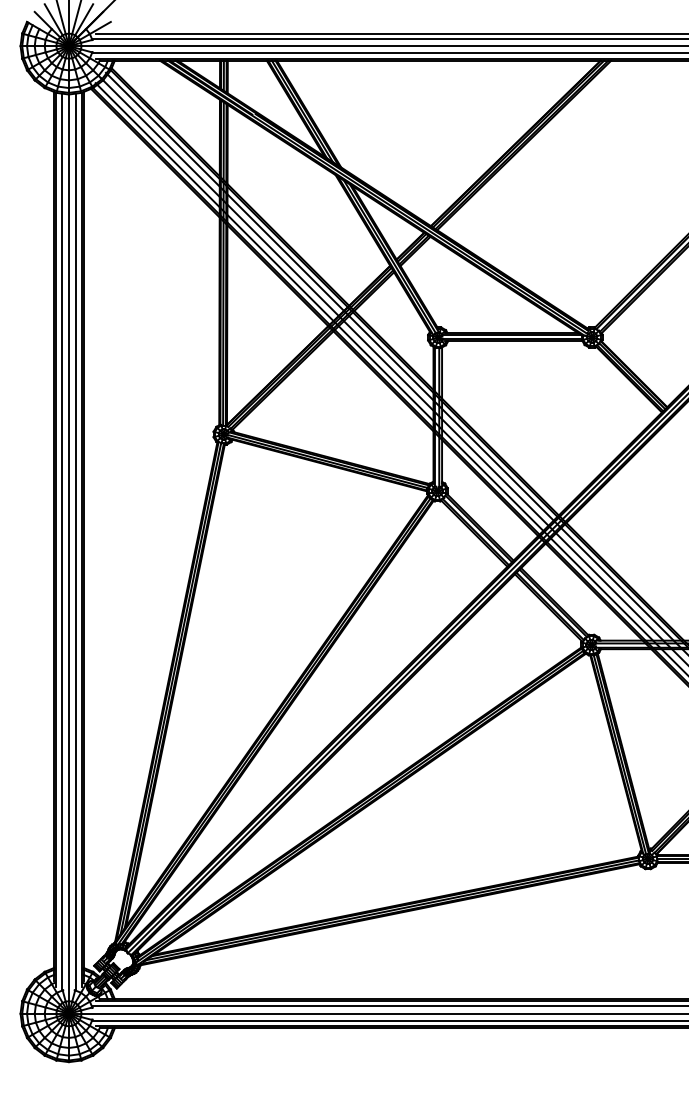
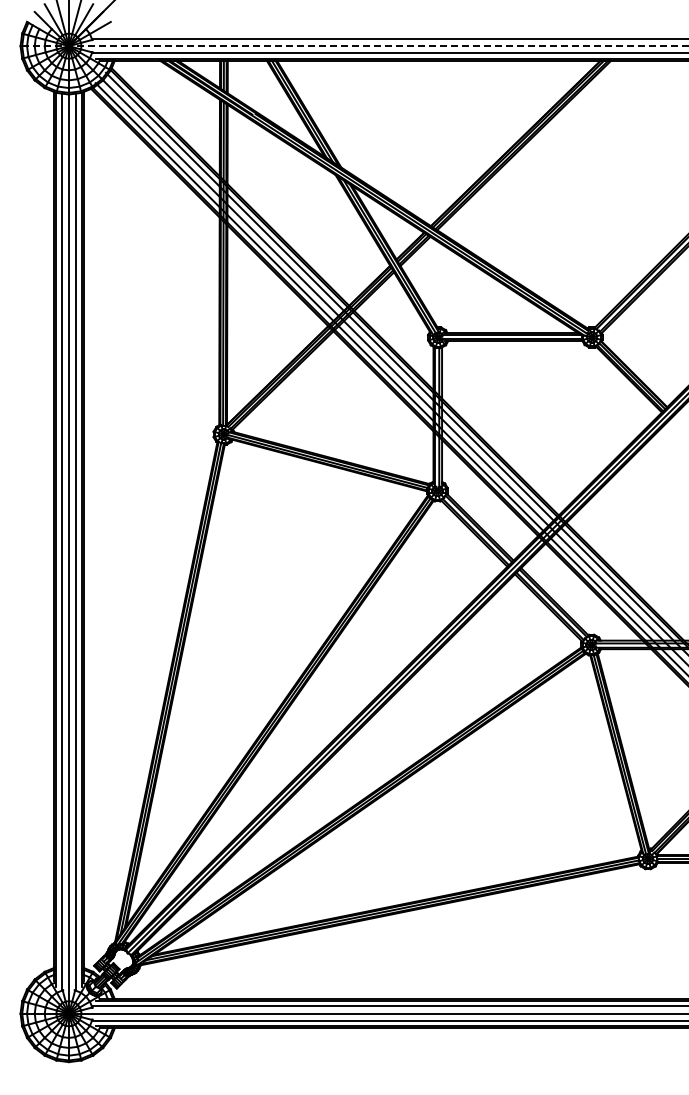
line at (390, 33): present -> none
line at (354, 46): solid -> dashed
